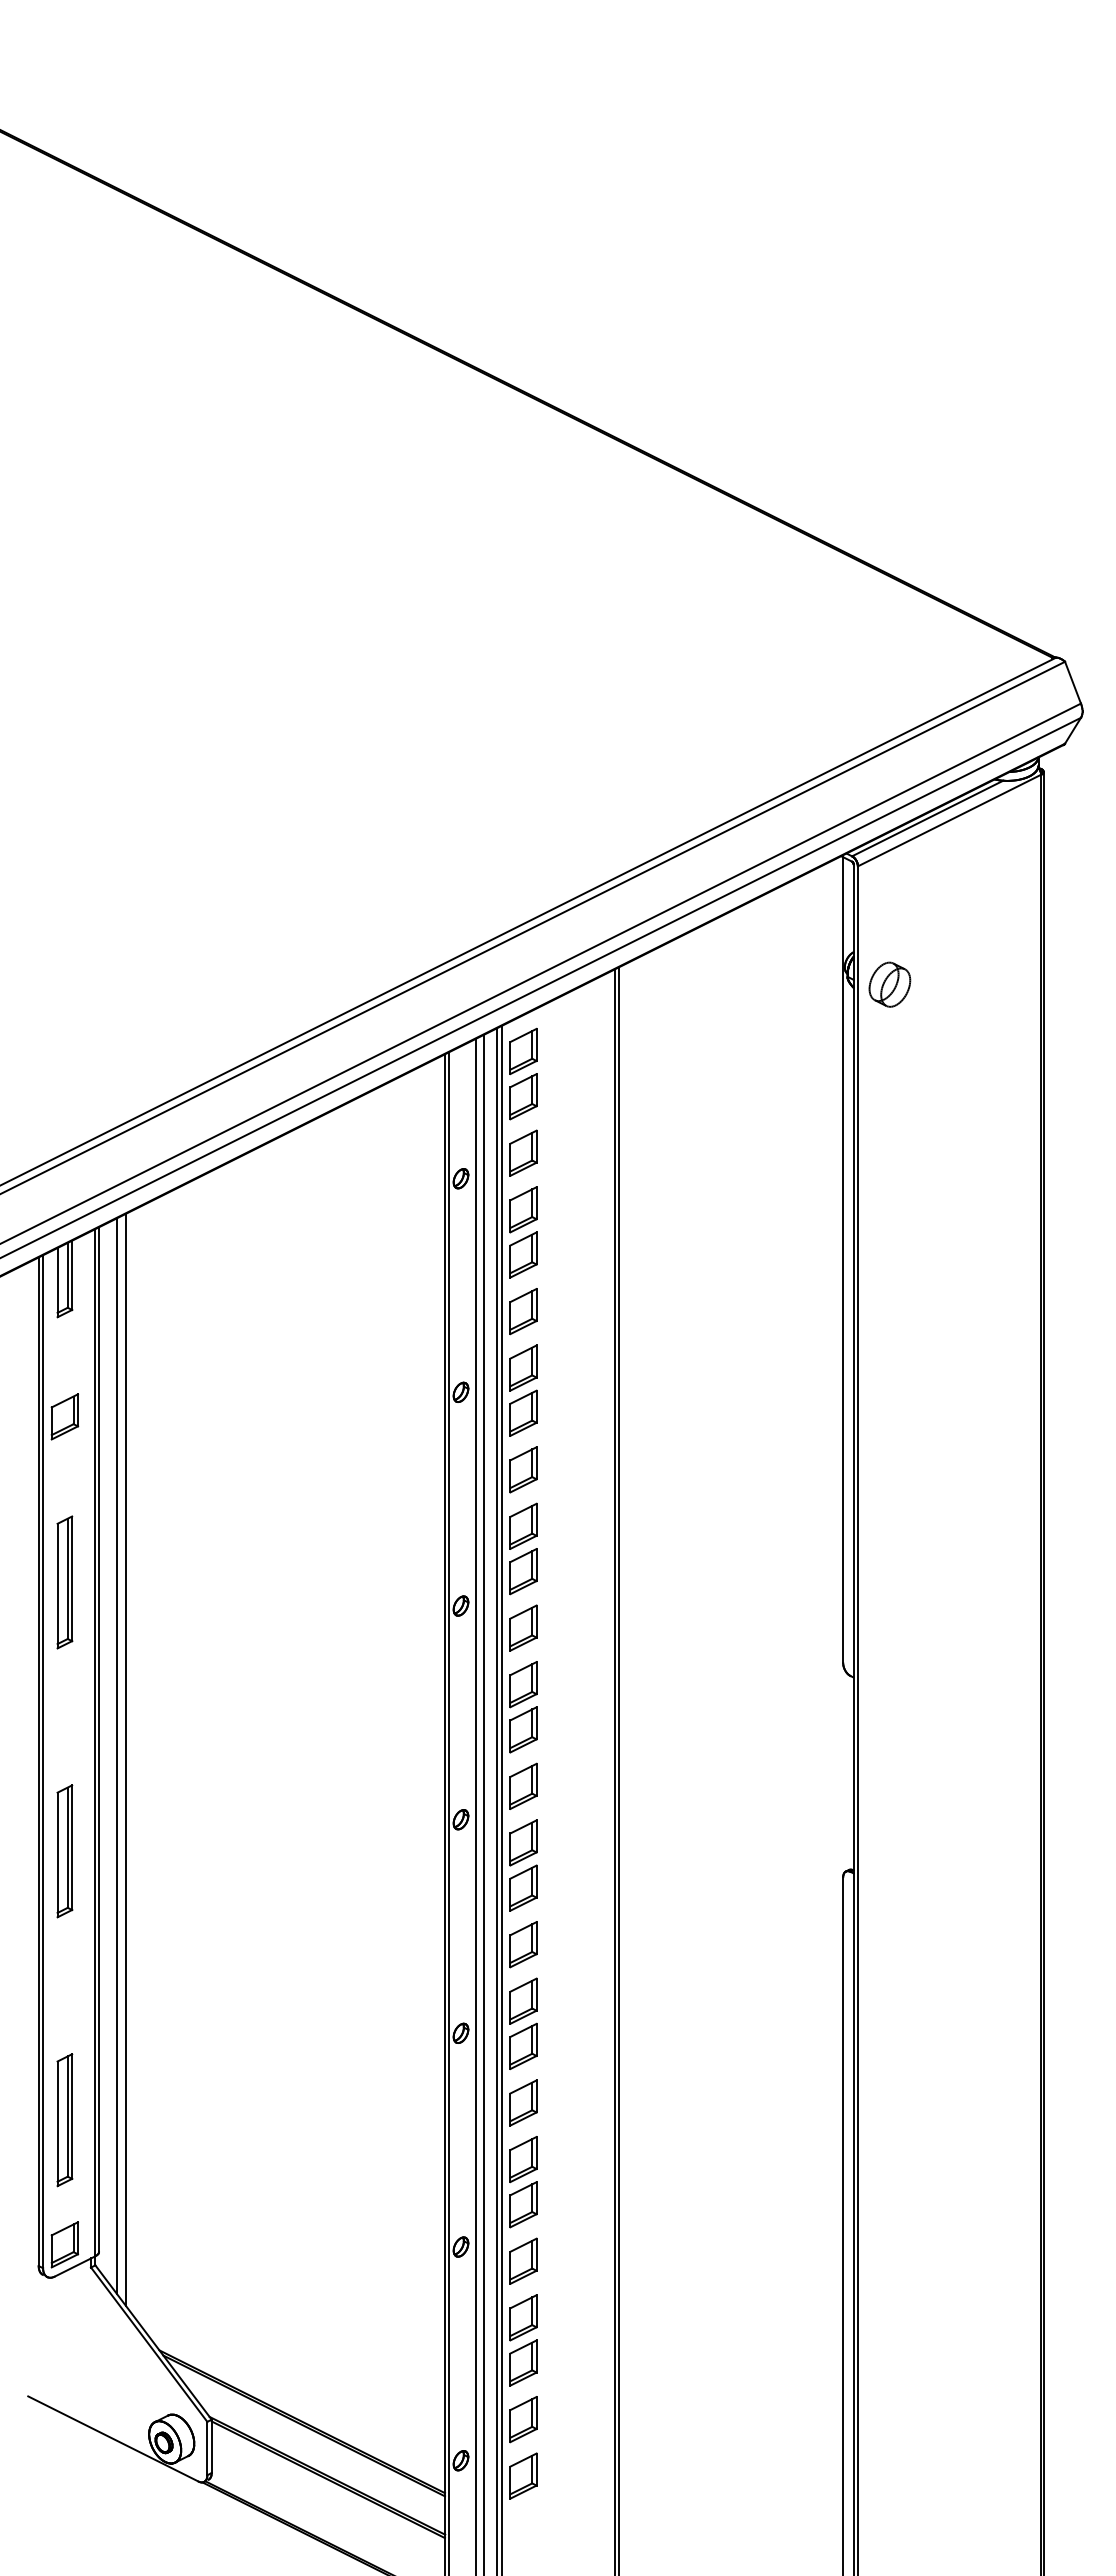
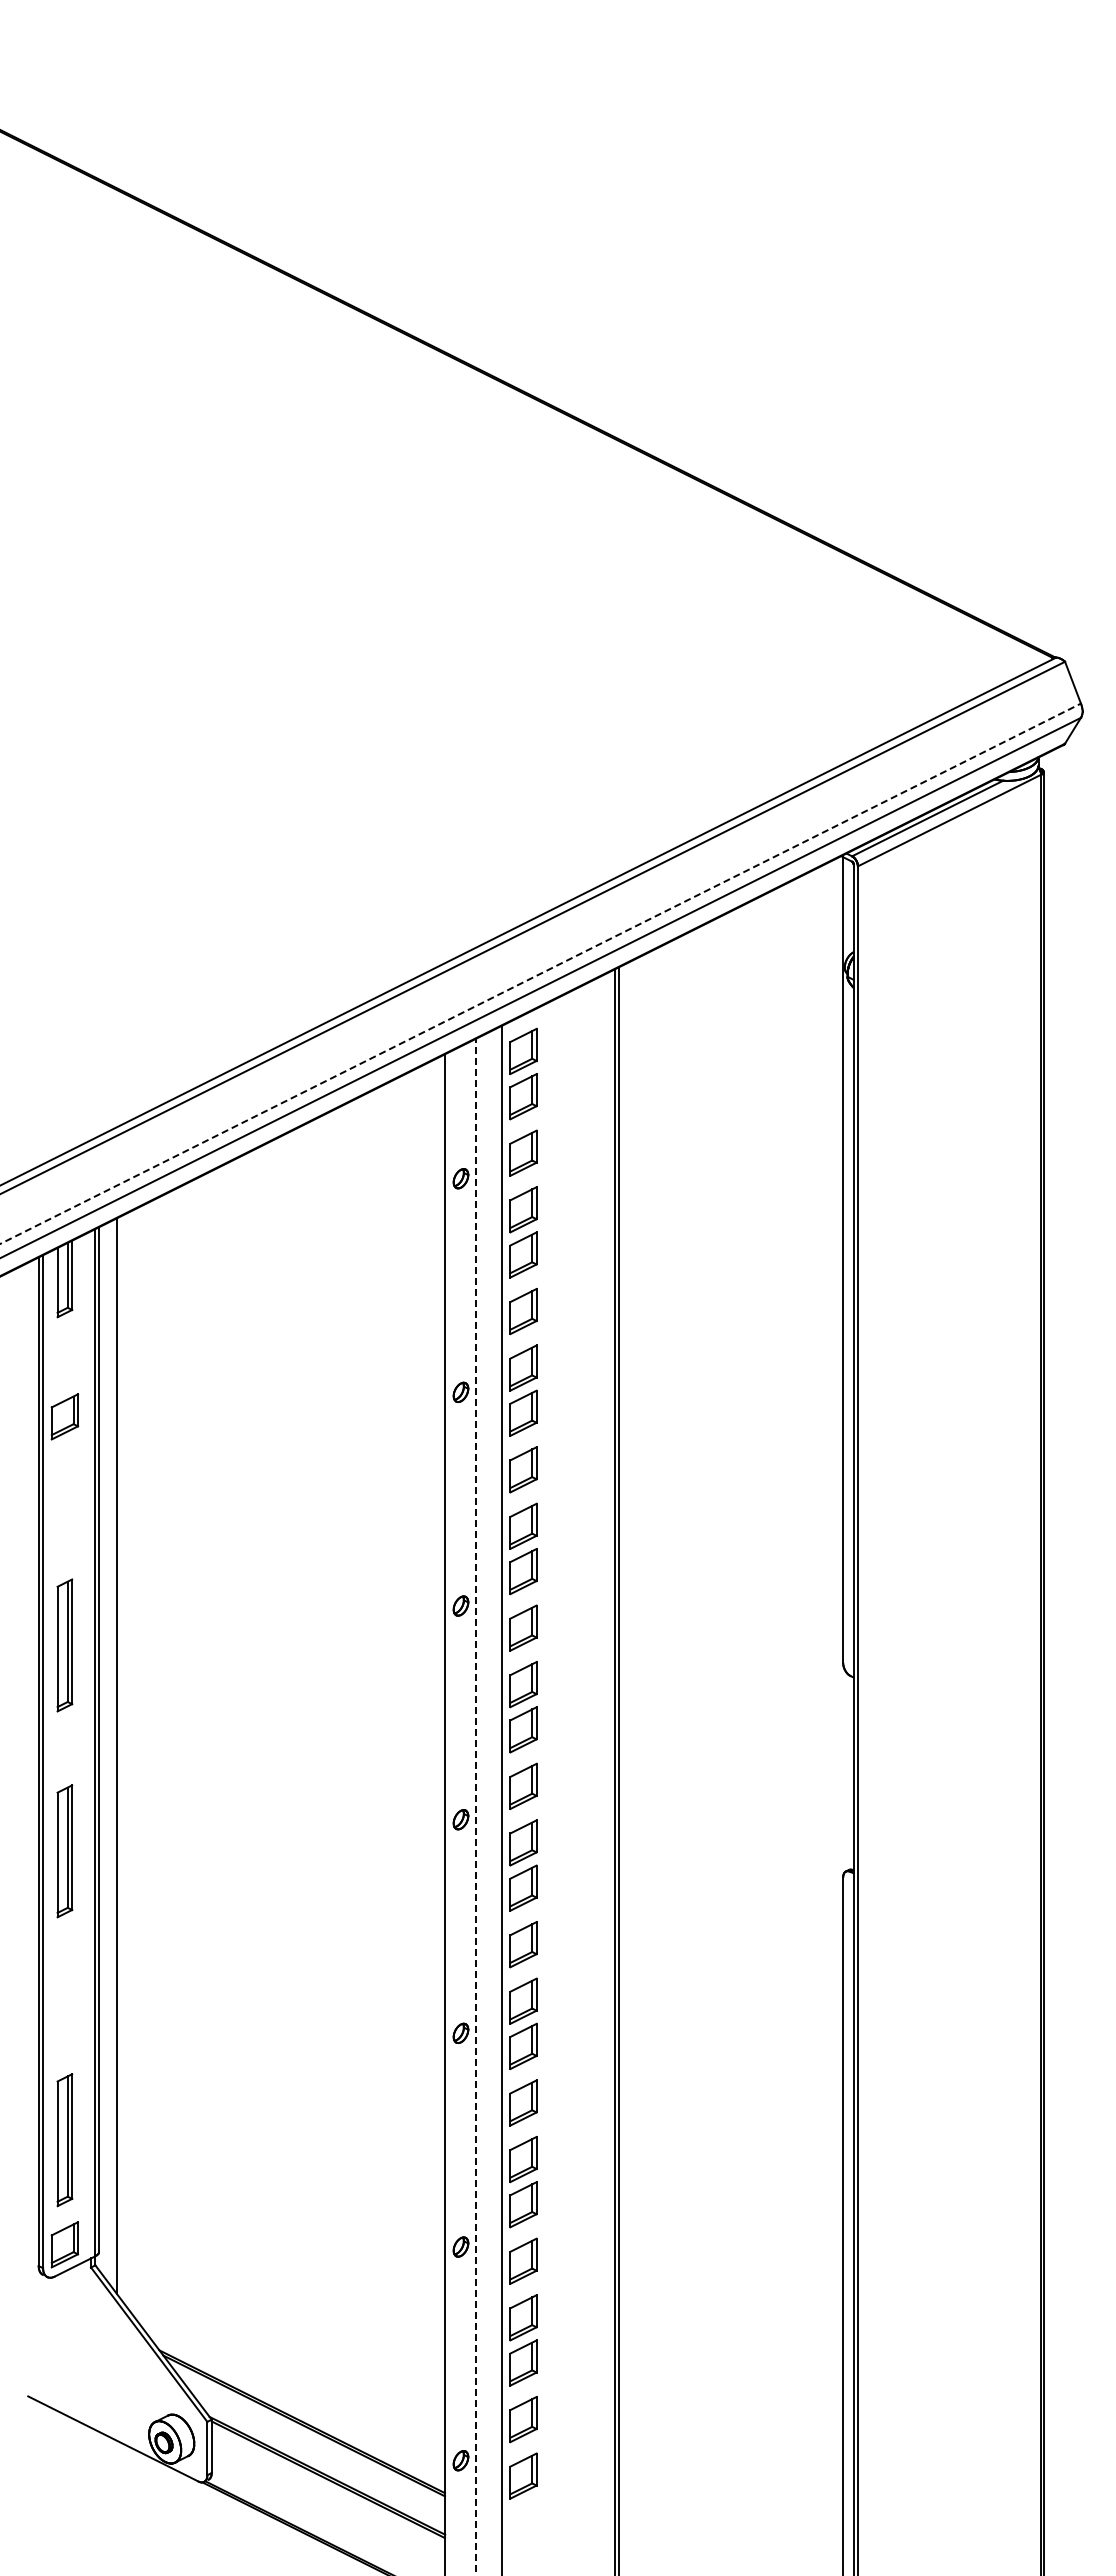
line at (540, 973): solid -> dashed
part at (889, 984): present -> none
part at (64, 1582) position: (64, 1582) -> (64, 1645)
line at (125, 1759): present -> none
line at (497, 1800): present -> none
line at (484, 1803): present -> none
line at (475, 1806): solid -> dashed
line at (449, 1812): present -> none
part at (64, 2120) position: (64, 2120) -> (64, 2140)
